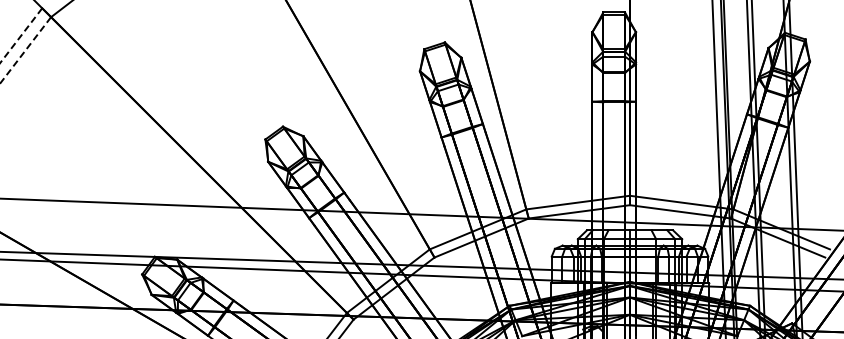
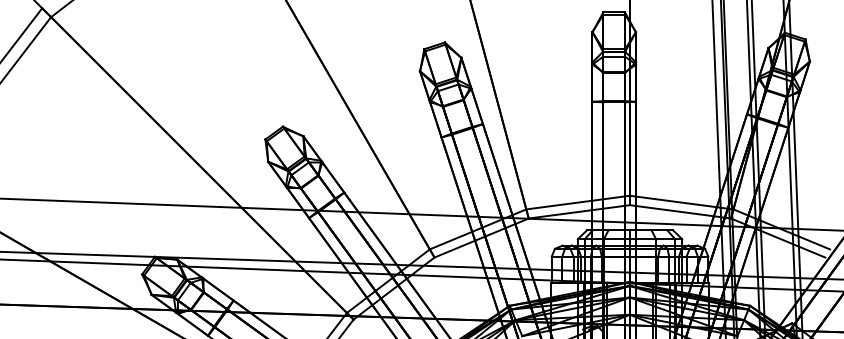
line at (20, 36): dashed -> solid
line at (25, 50): dashed -> solid
